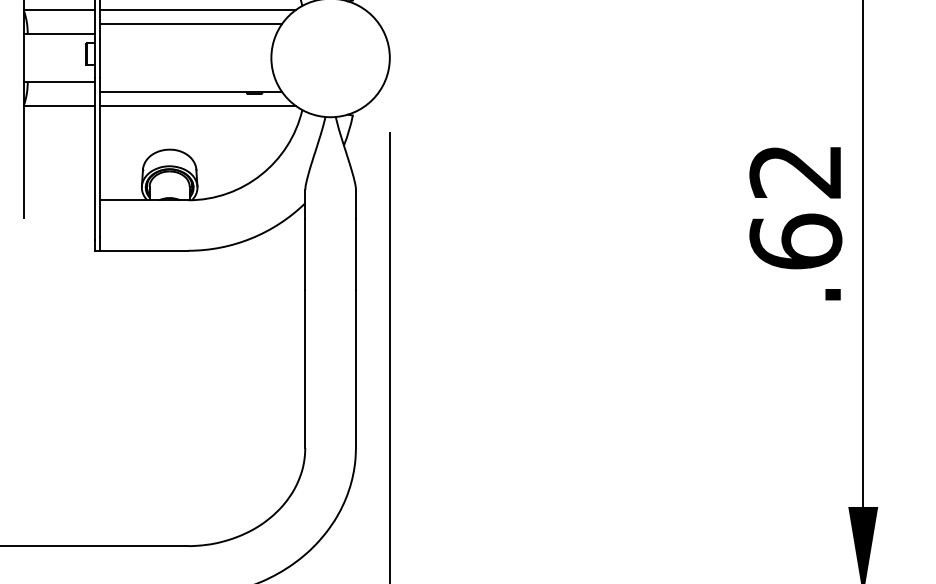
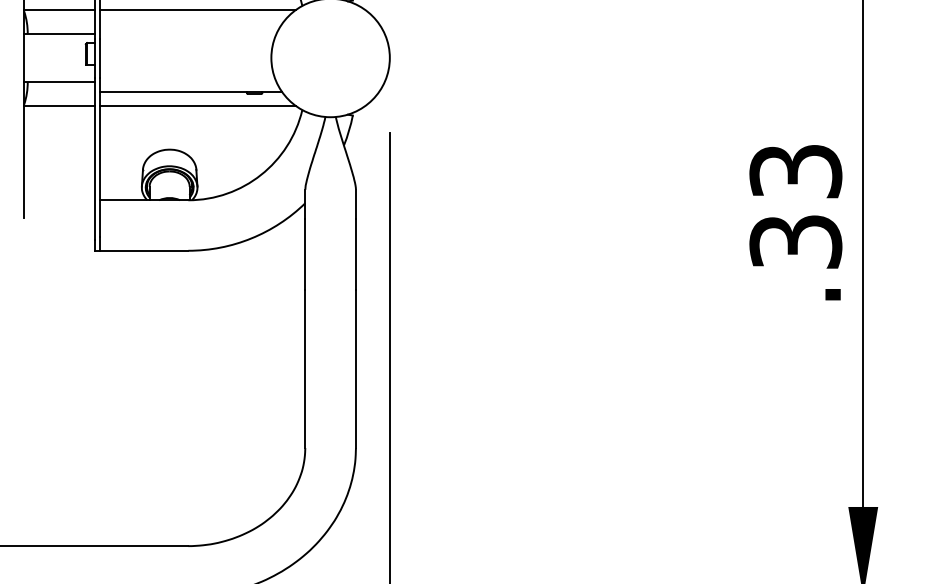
line at (191, 23): present -> none
text at (795, 207): .62 -> .33
